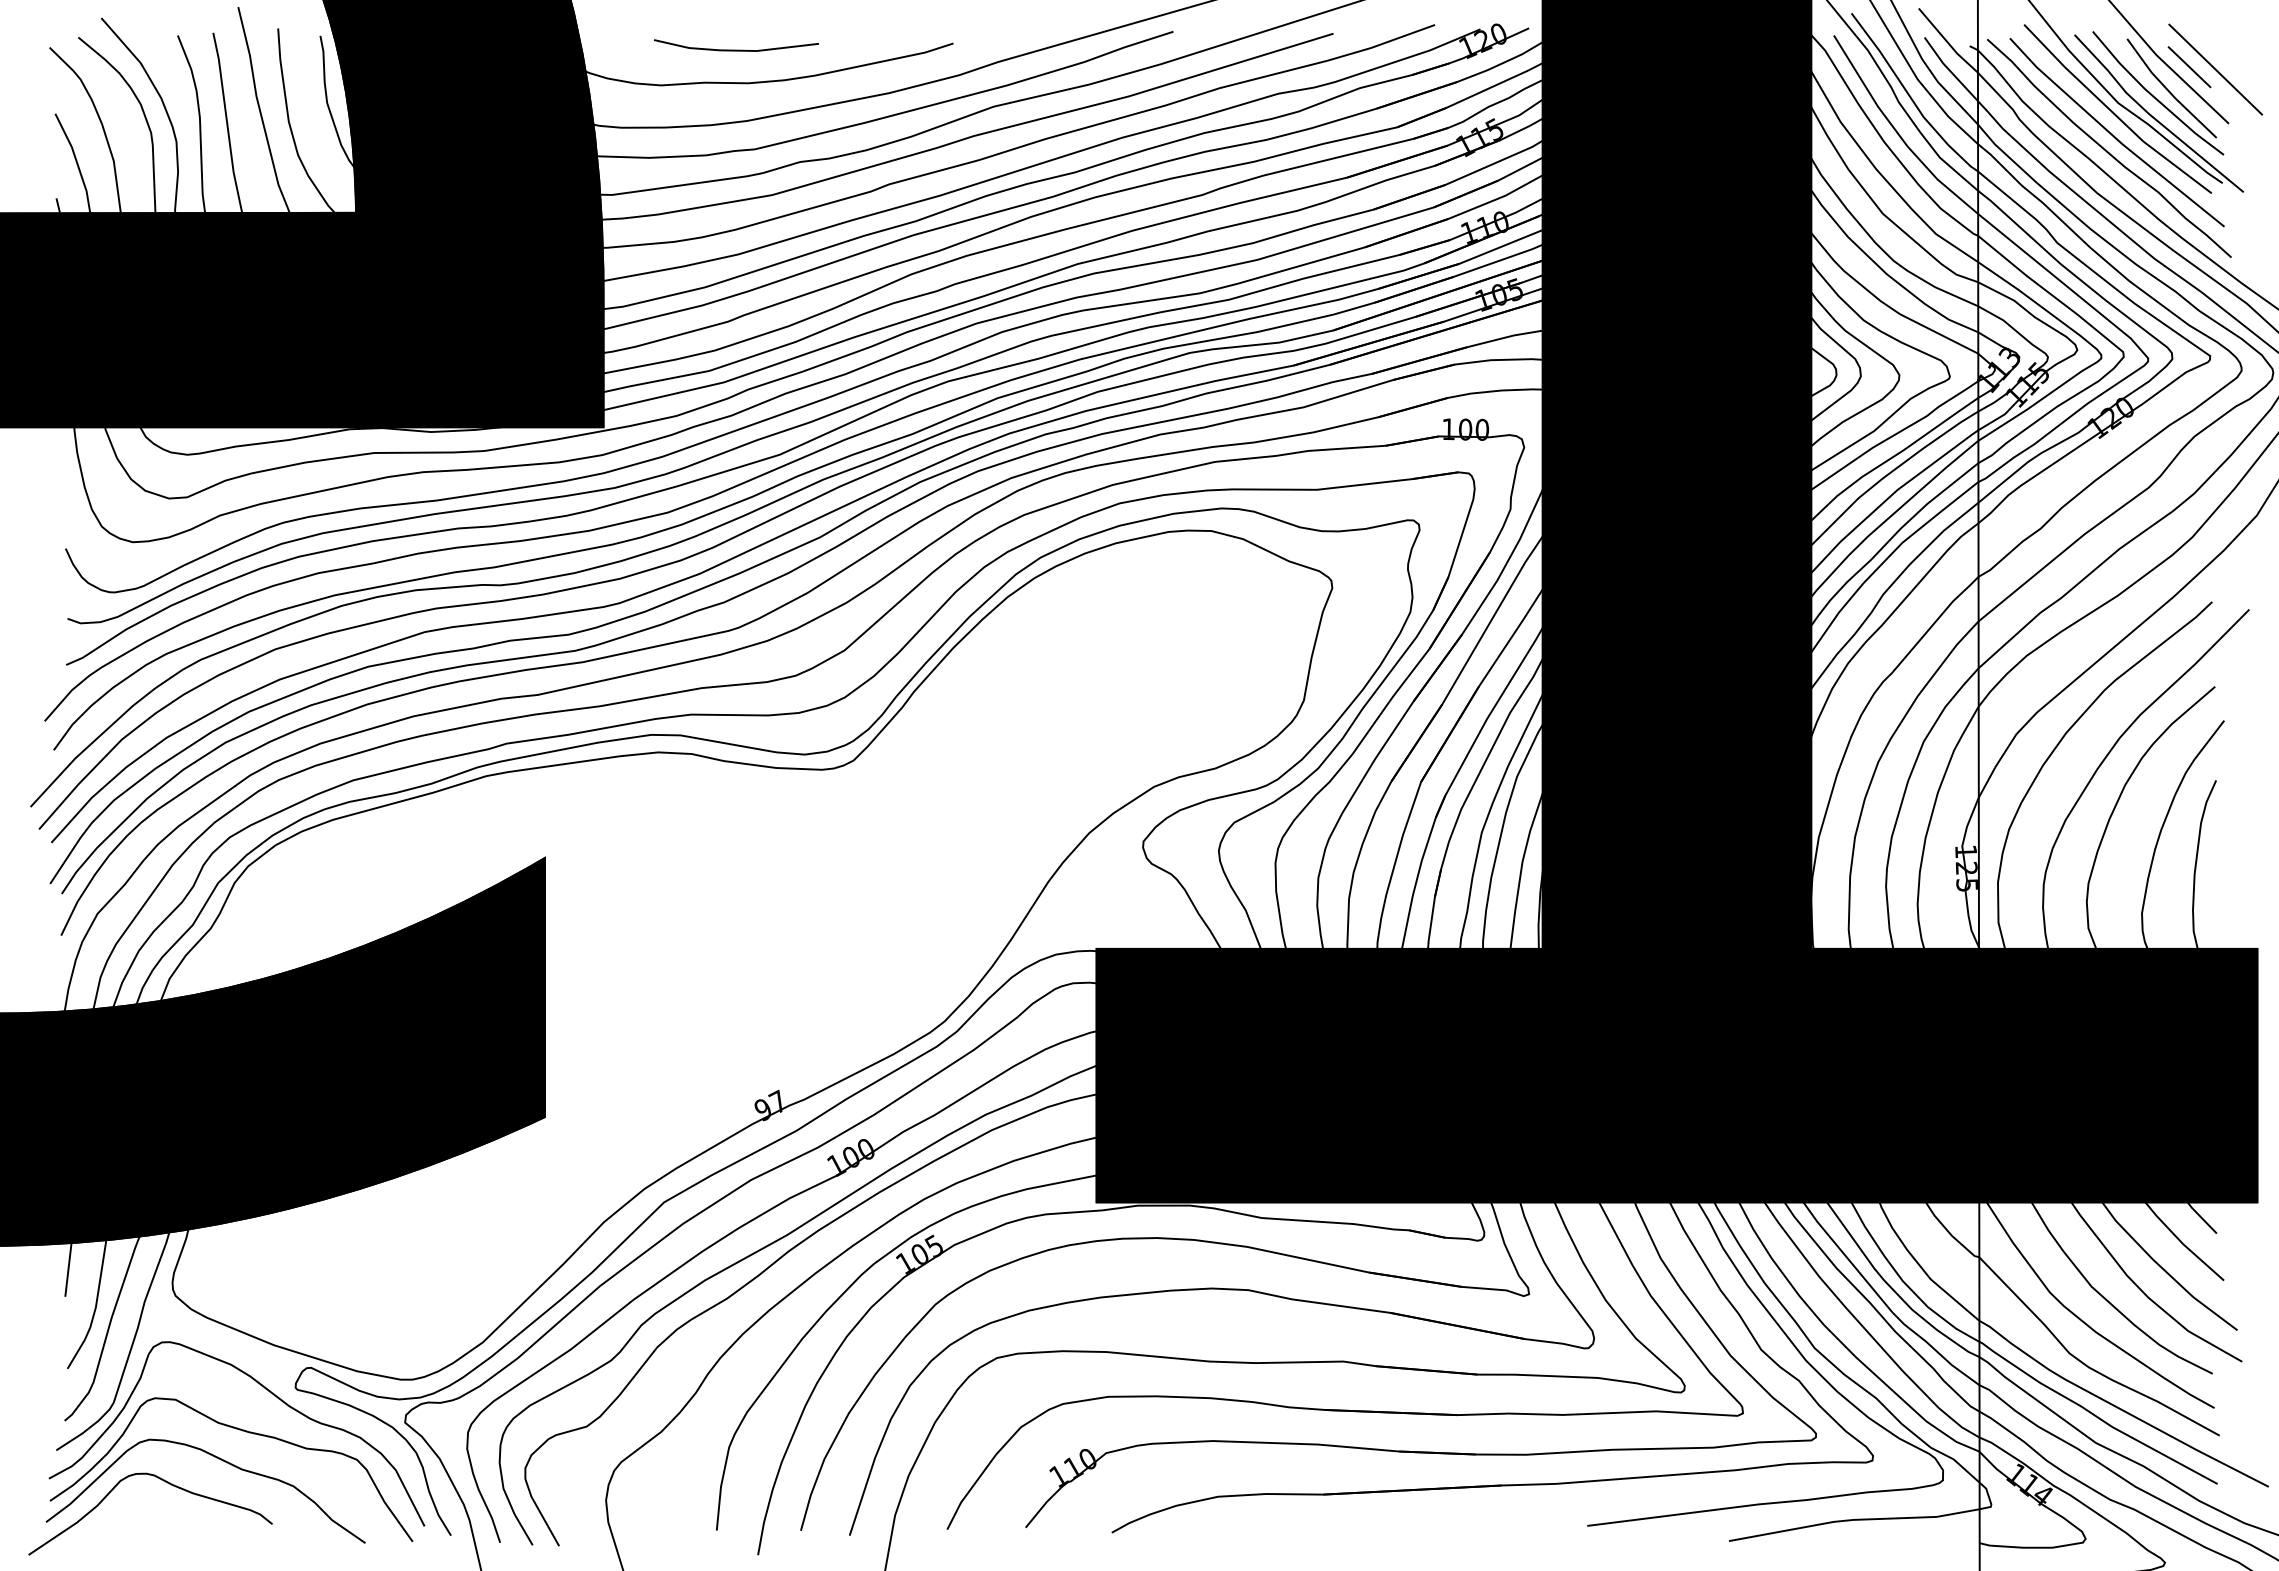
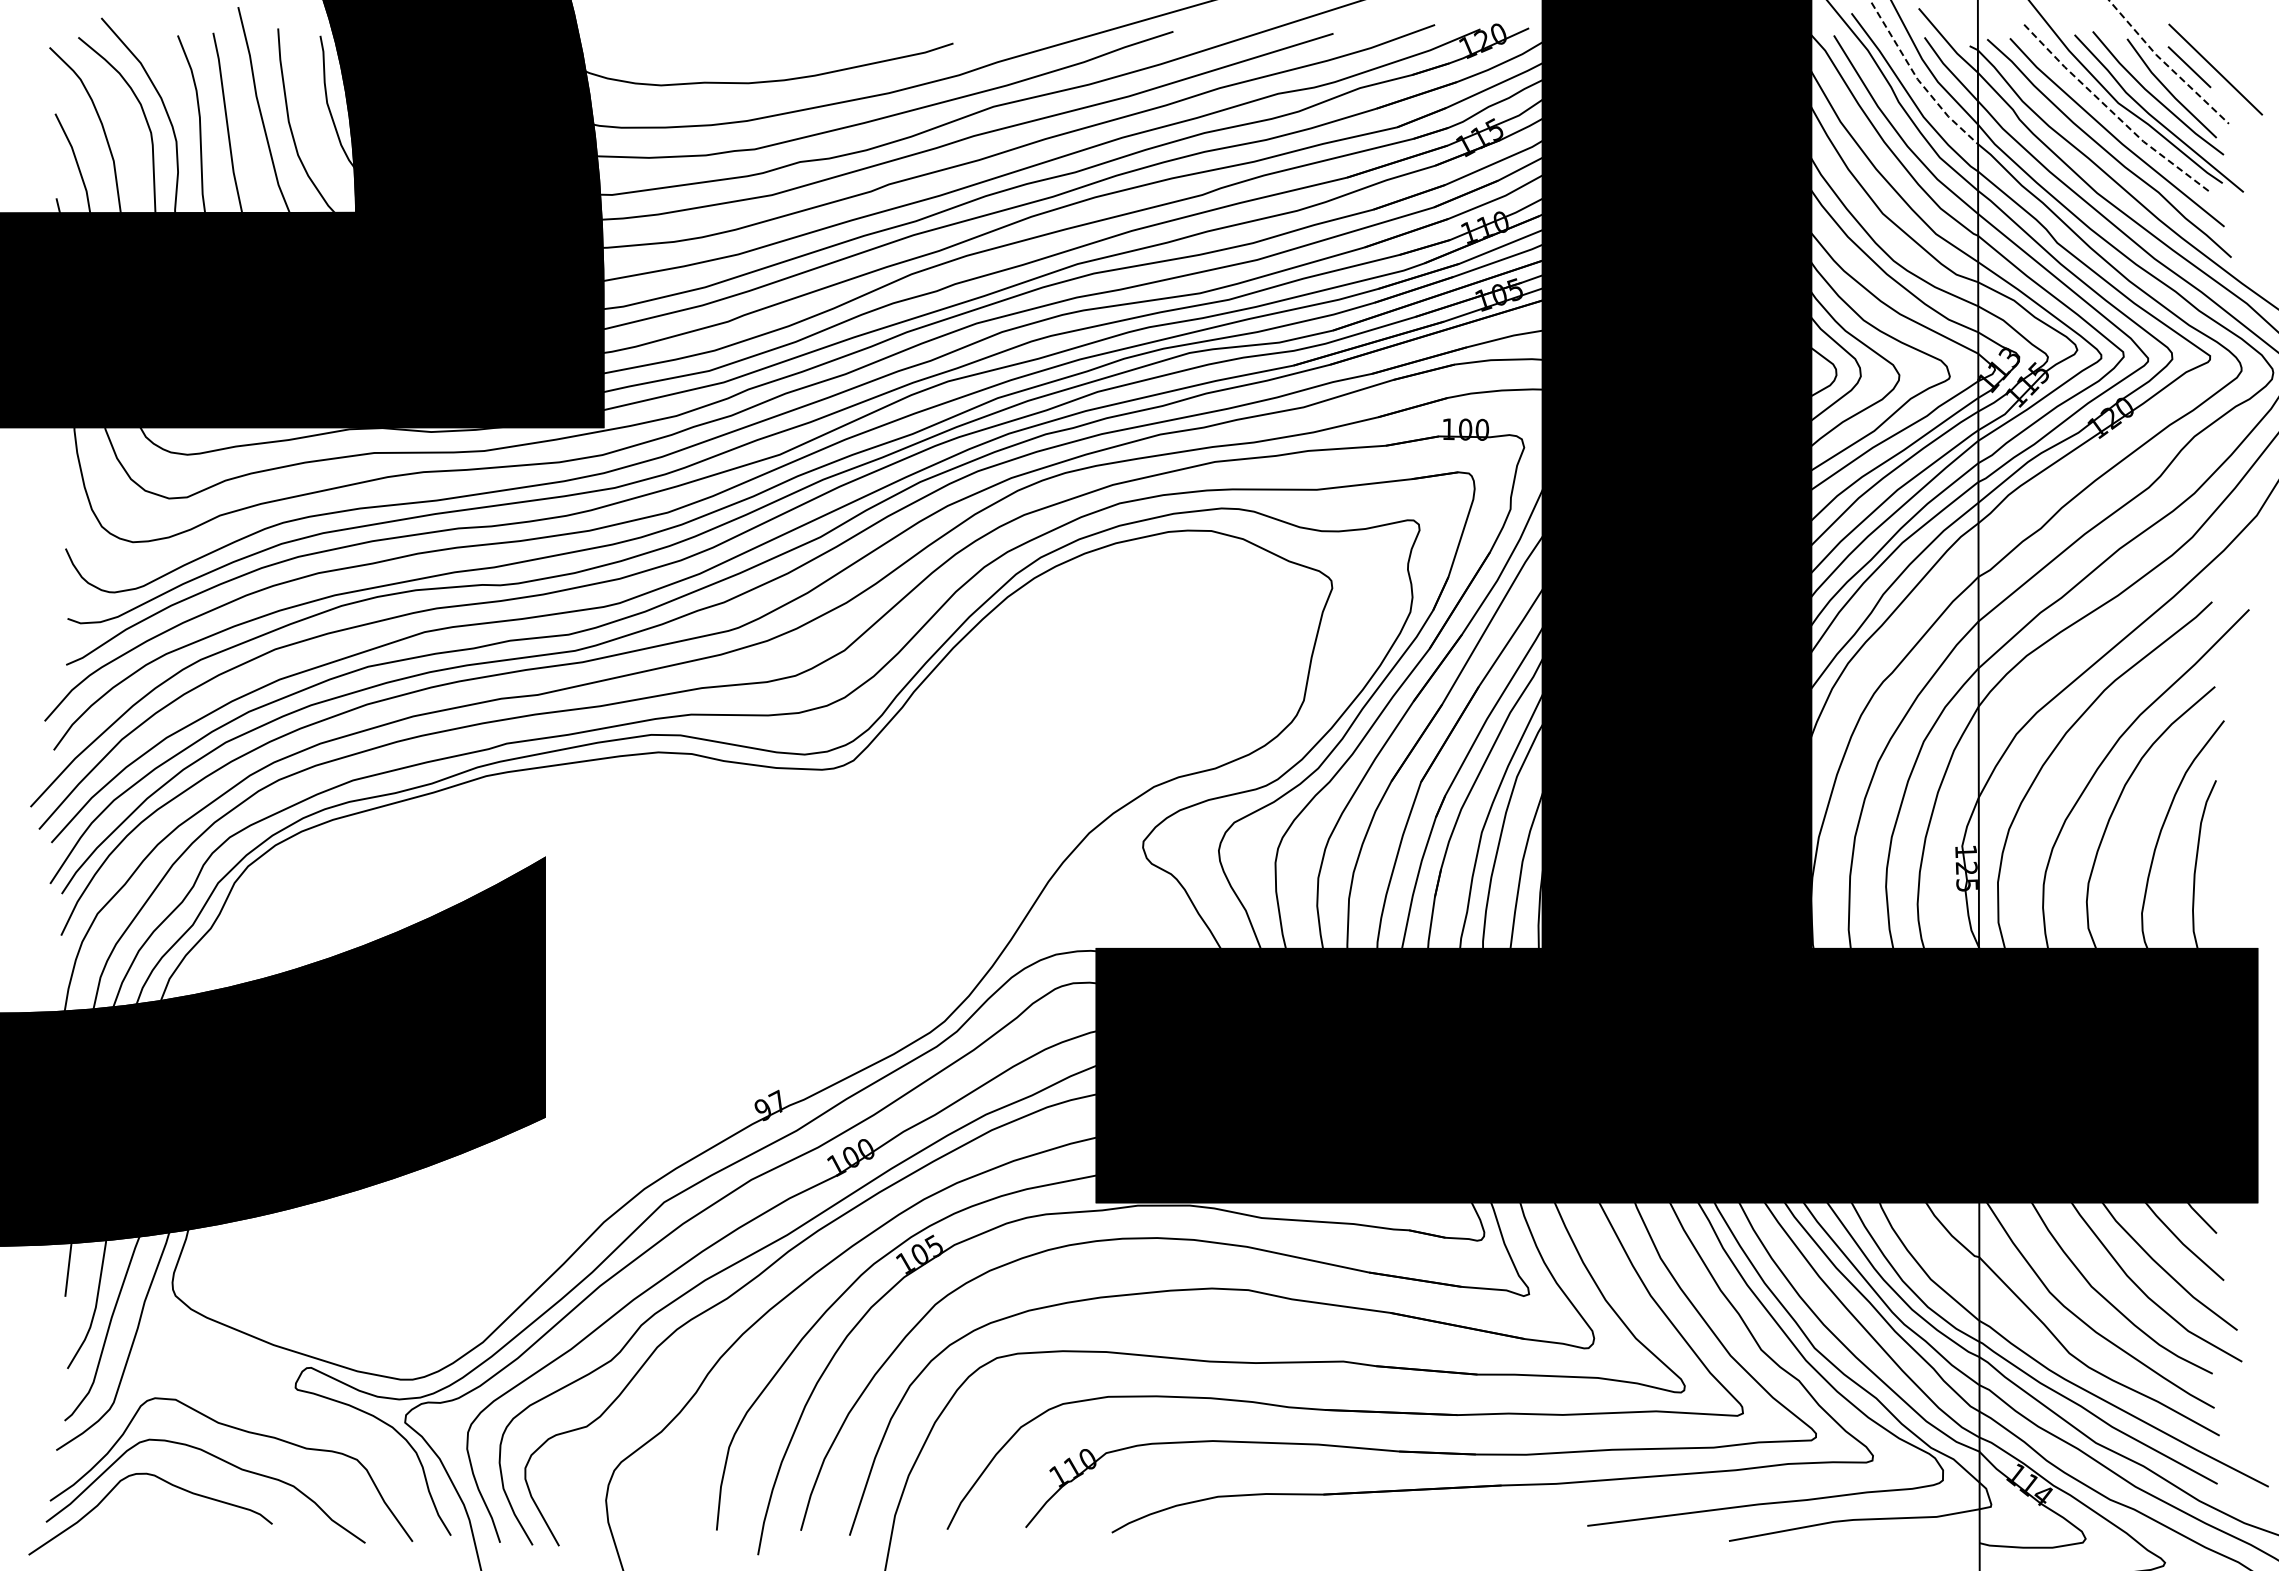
line at (736, 49): present -> none
line at (2166, 64): solid -> dashed
line at (1917, 79): solid -> dashed
line at (2113, 113): solid -> dashed
curve at (270, 1393): present -> none
